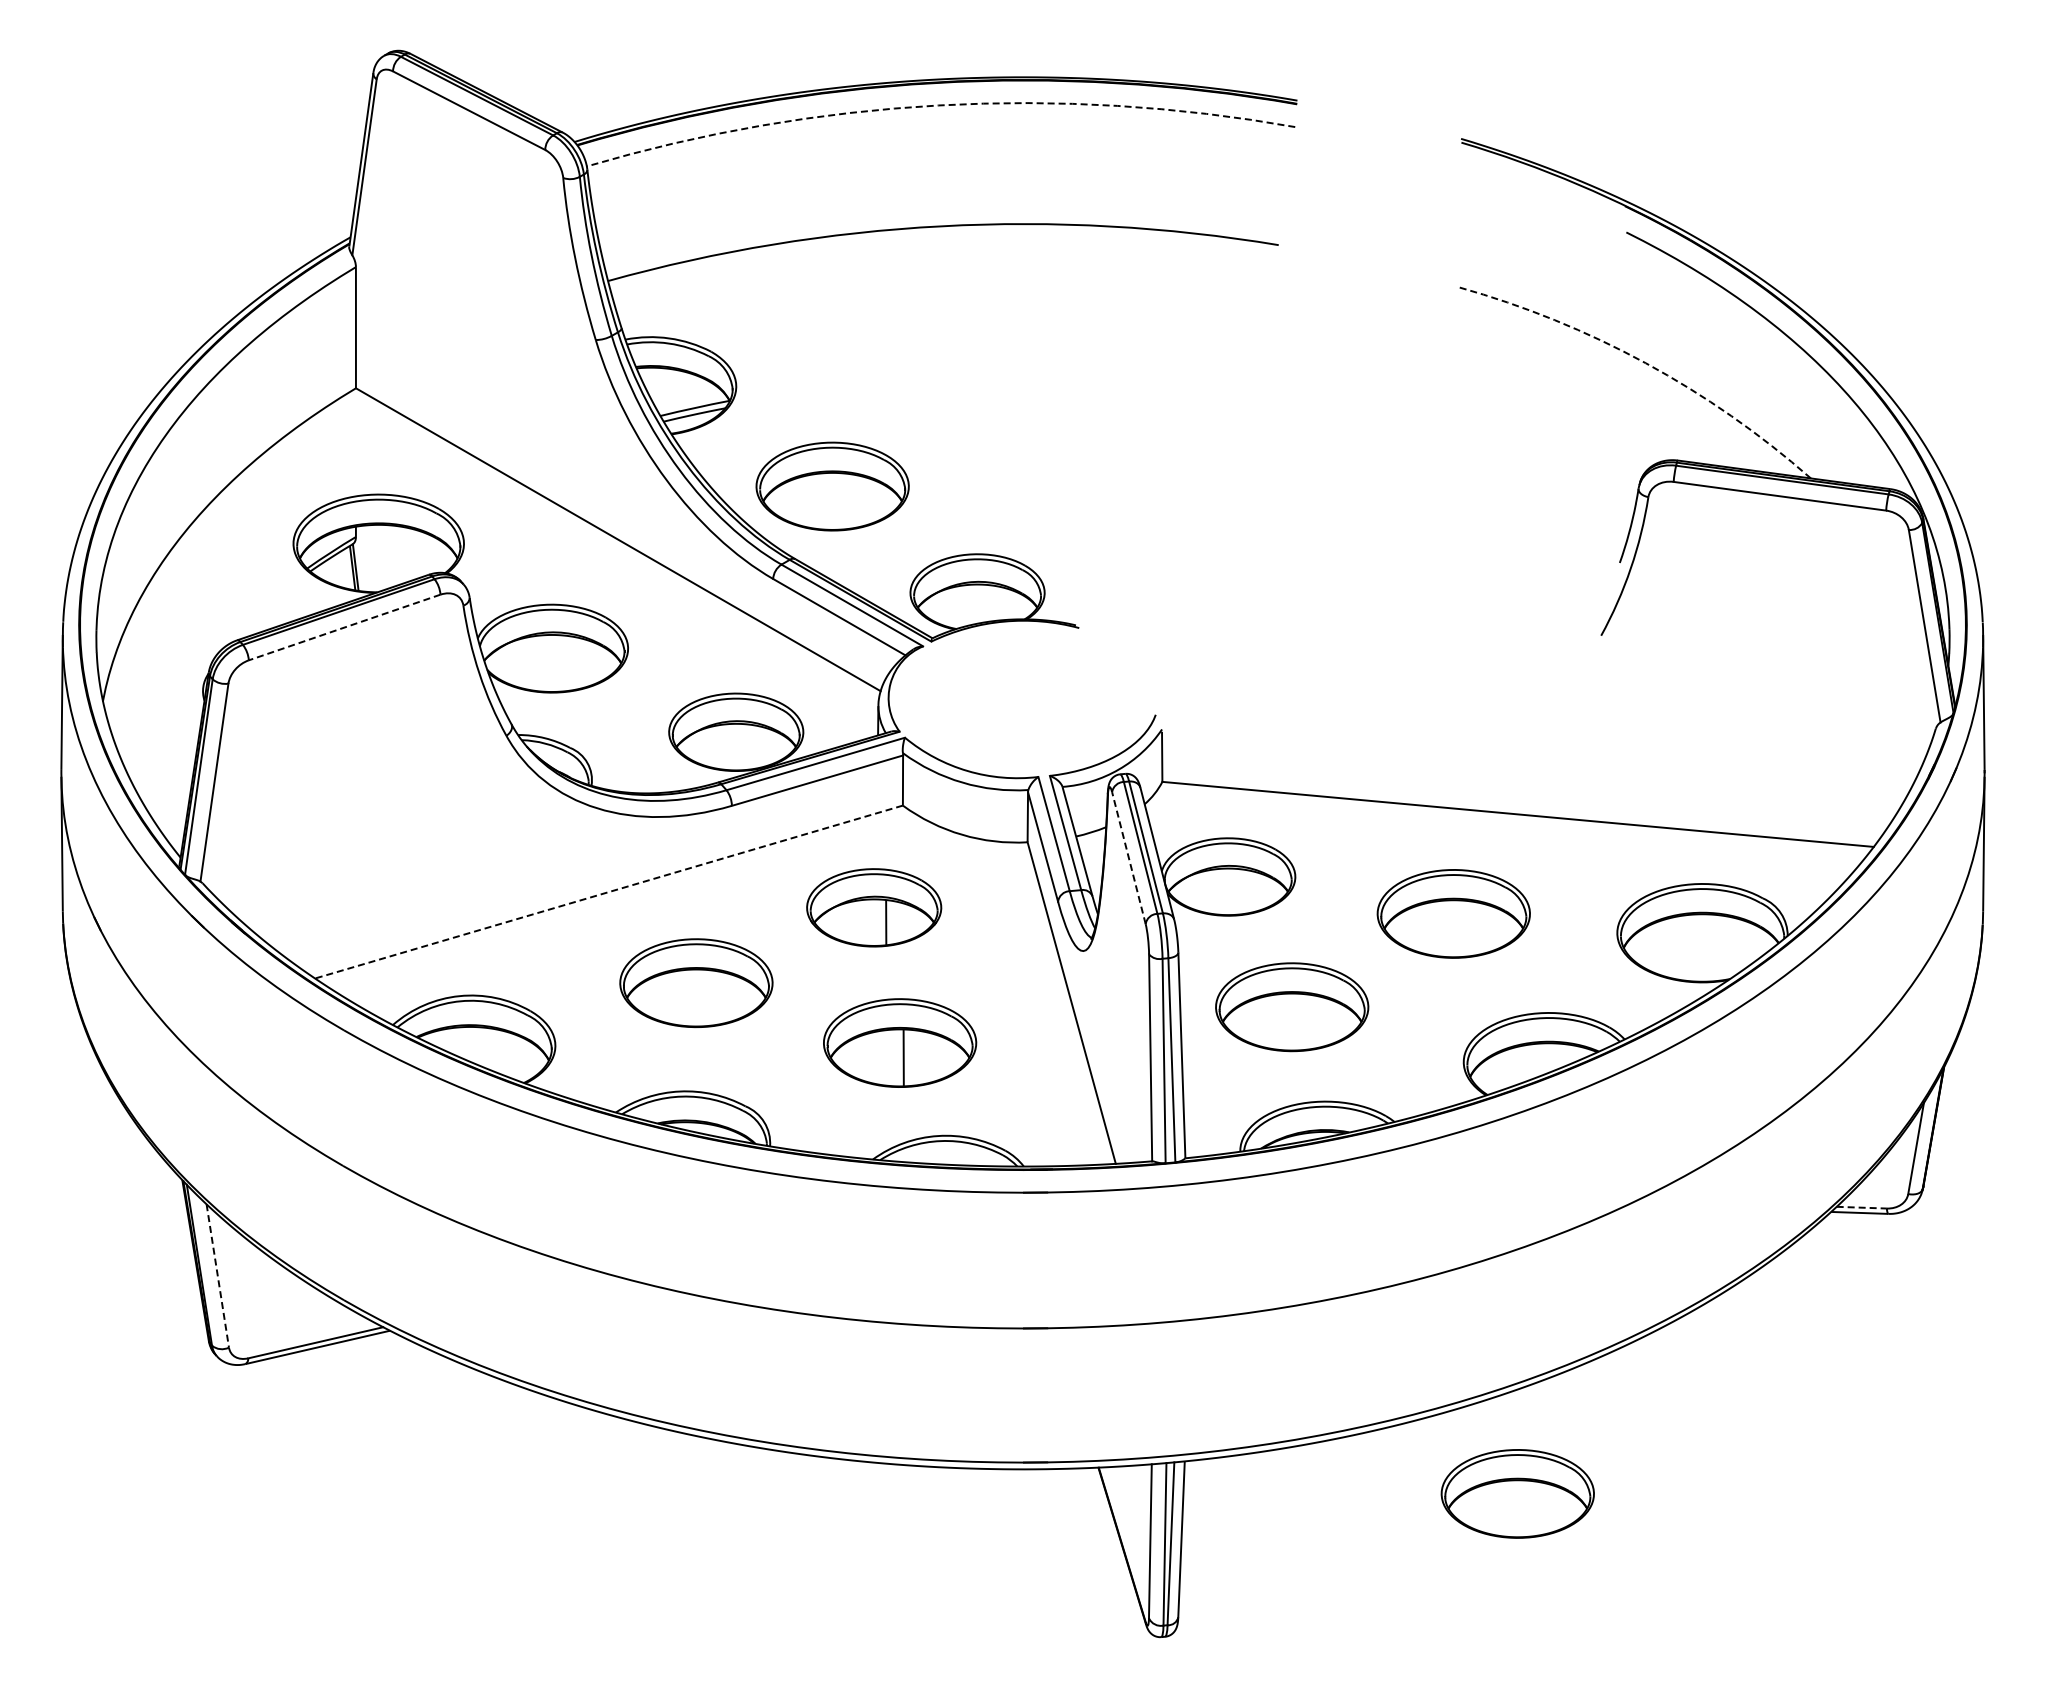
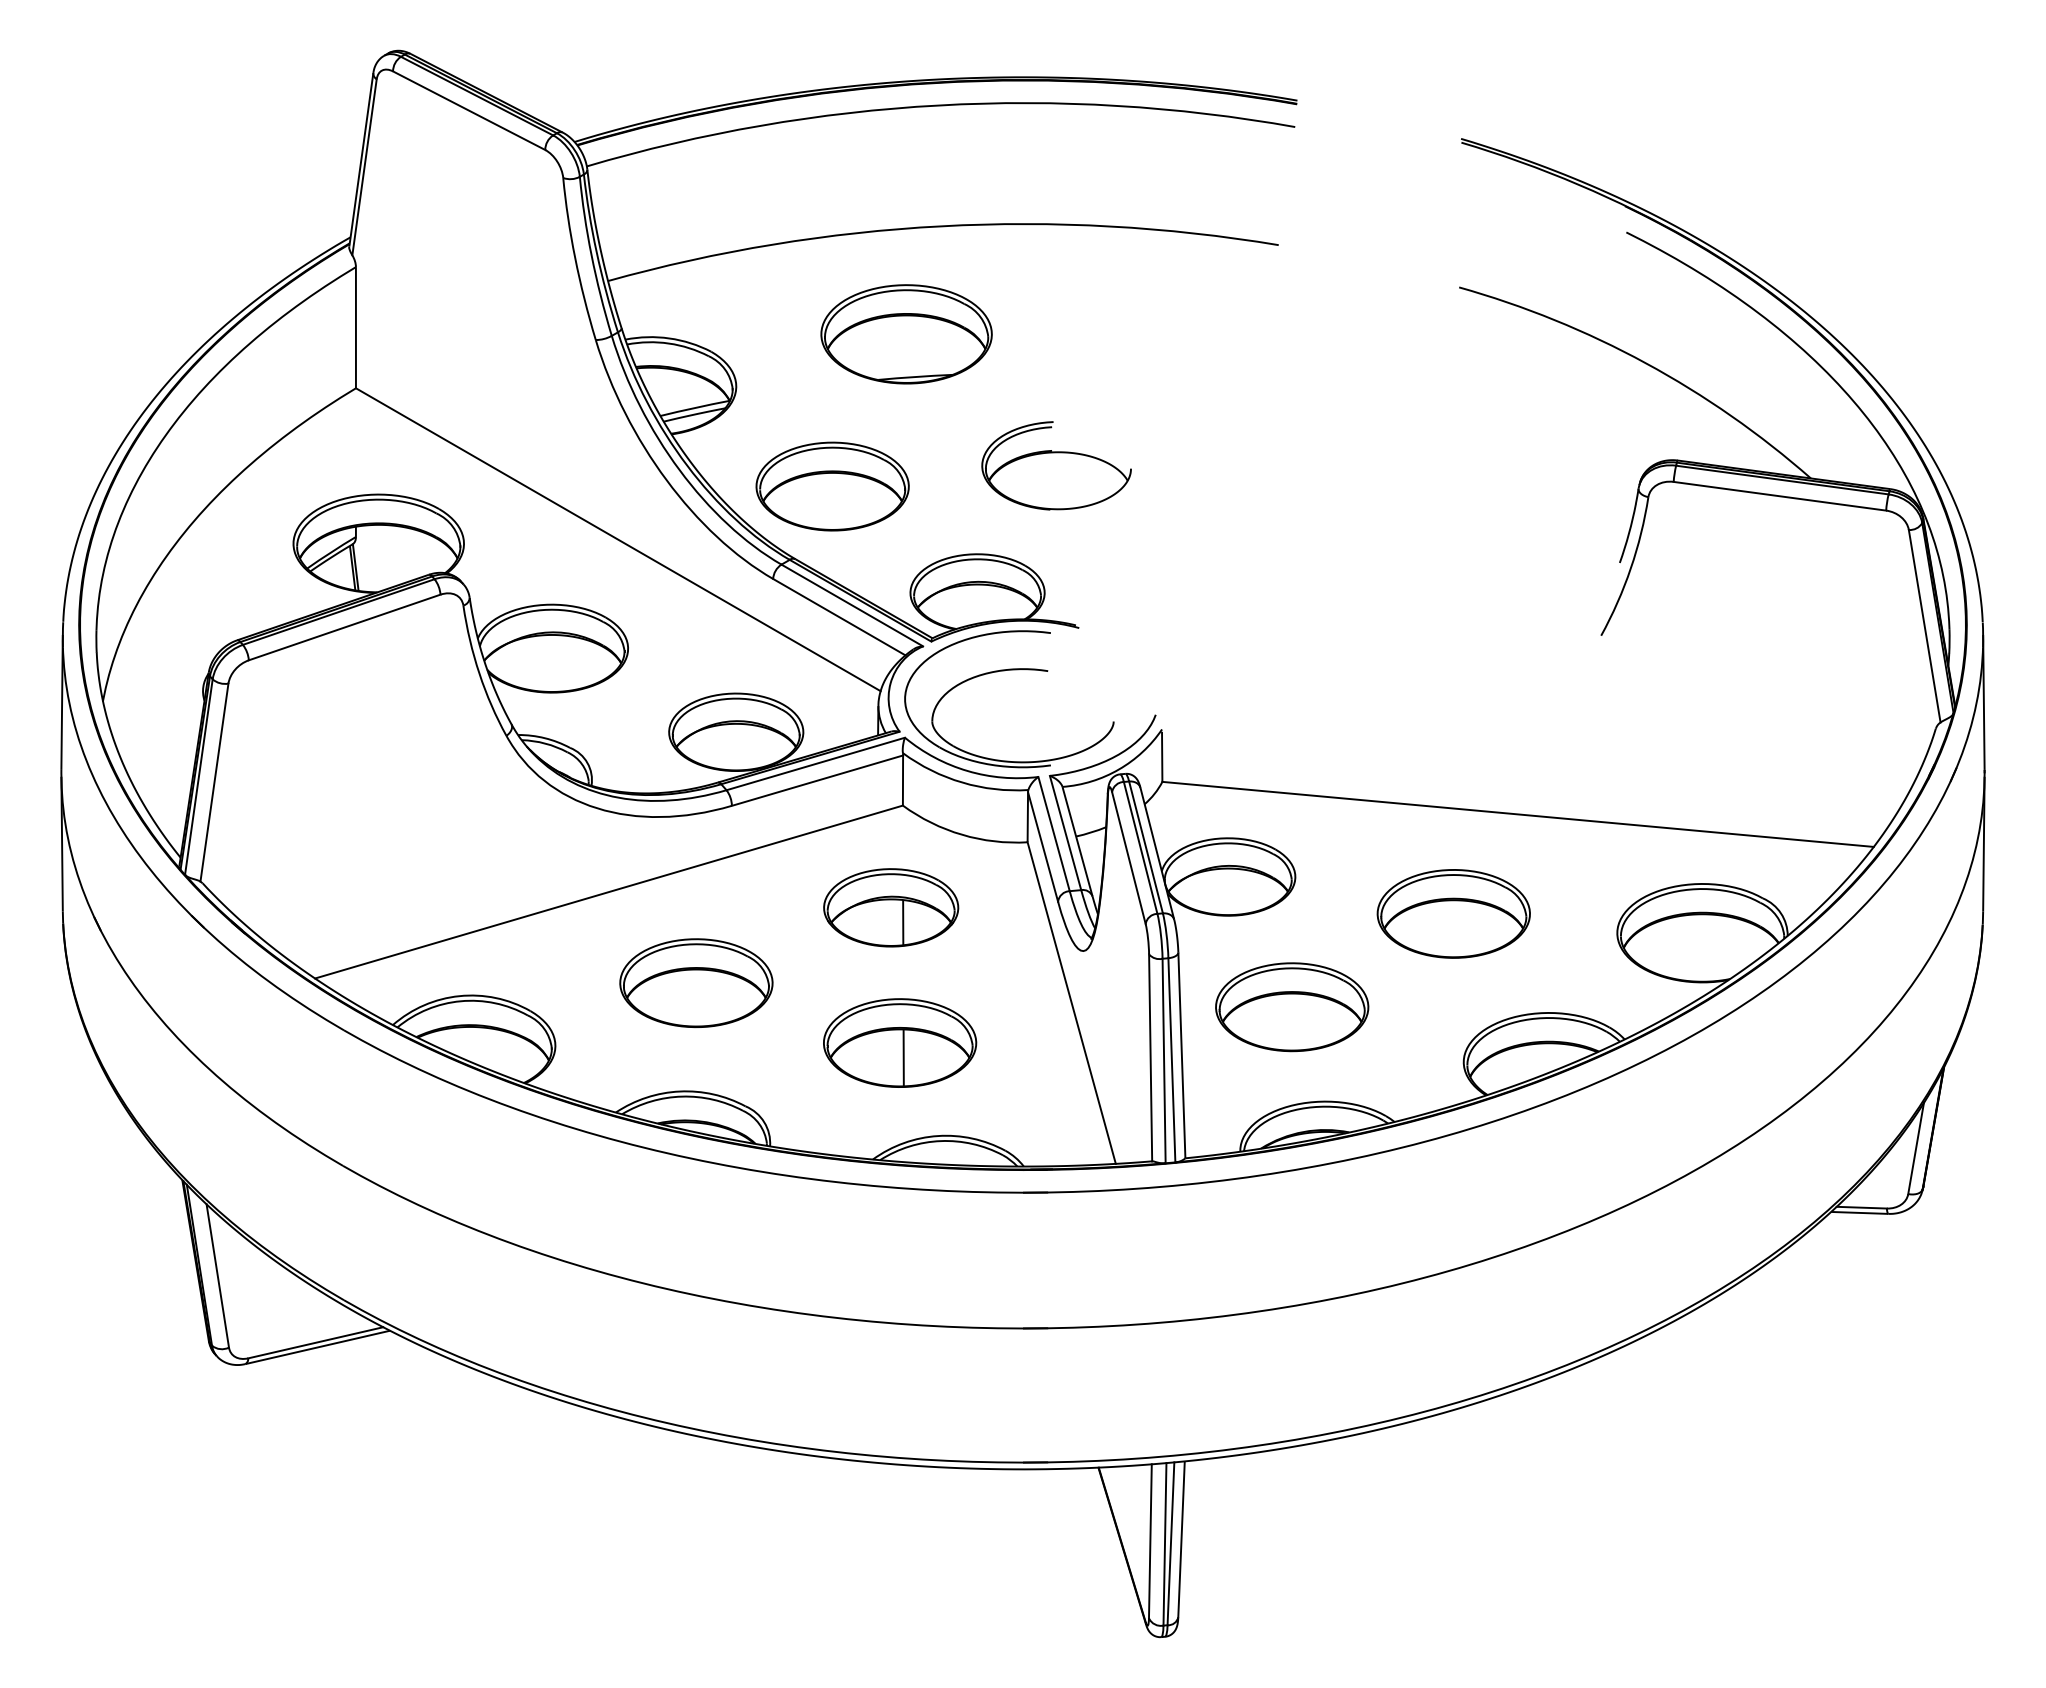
arc at (938, 105): dashed -> solid
part at (906, 334): none -> present
arc at (1645, 363): dashed -> solid
part at (1056, 465): none -> present
line at (344, 627): dashed -> solid
part at (1004, 671): none -> present
line at (1128, 857): dashed -> solid
line at (608, 892): dashed -> solid
part at (874, 907) position: (874, 907) -> (891, 907)
line at (1862, 1207): dashed -> solid
line at (217, 1275): dashed -> solid
part at (1517, 1493): present -> none
